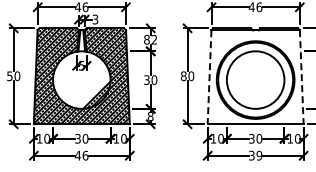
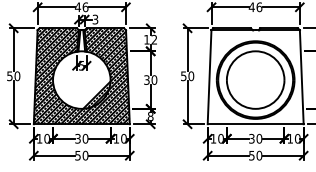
text at (146, 39): 82 -> 12
text at (183, 76): 80 -> 50
line at (209, 77): dashed -> solid
line at (301, 77): dashed -> solid
text at (81, 155): 46 -> 50
text at (255, 155): 39 -> 50
